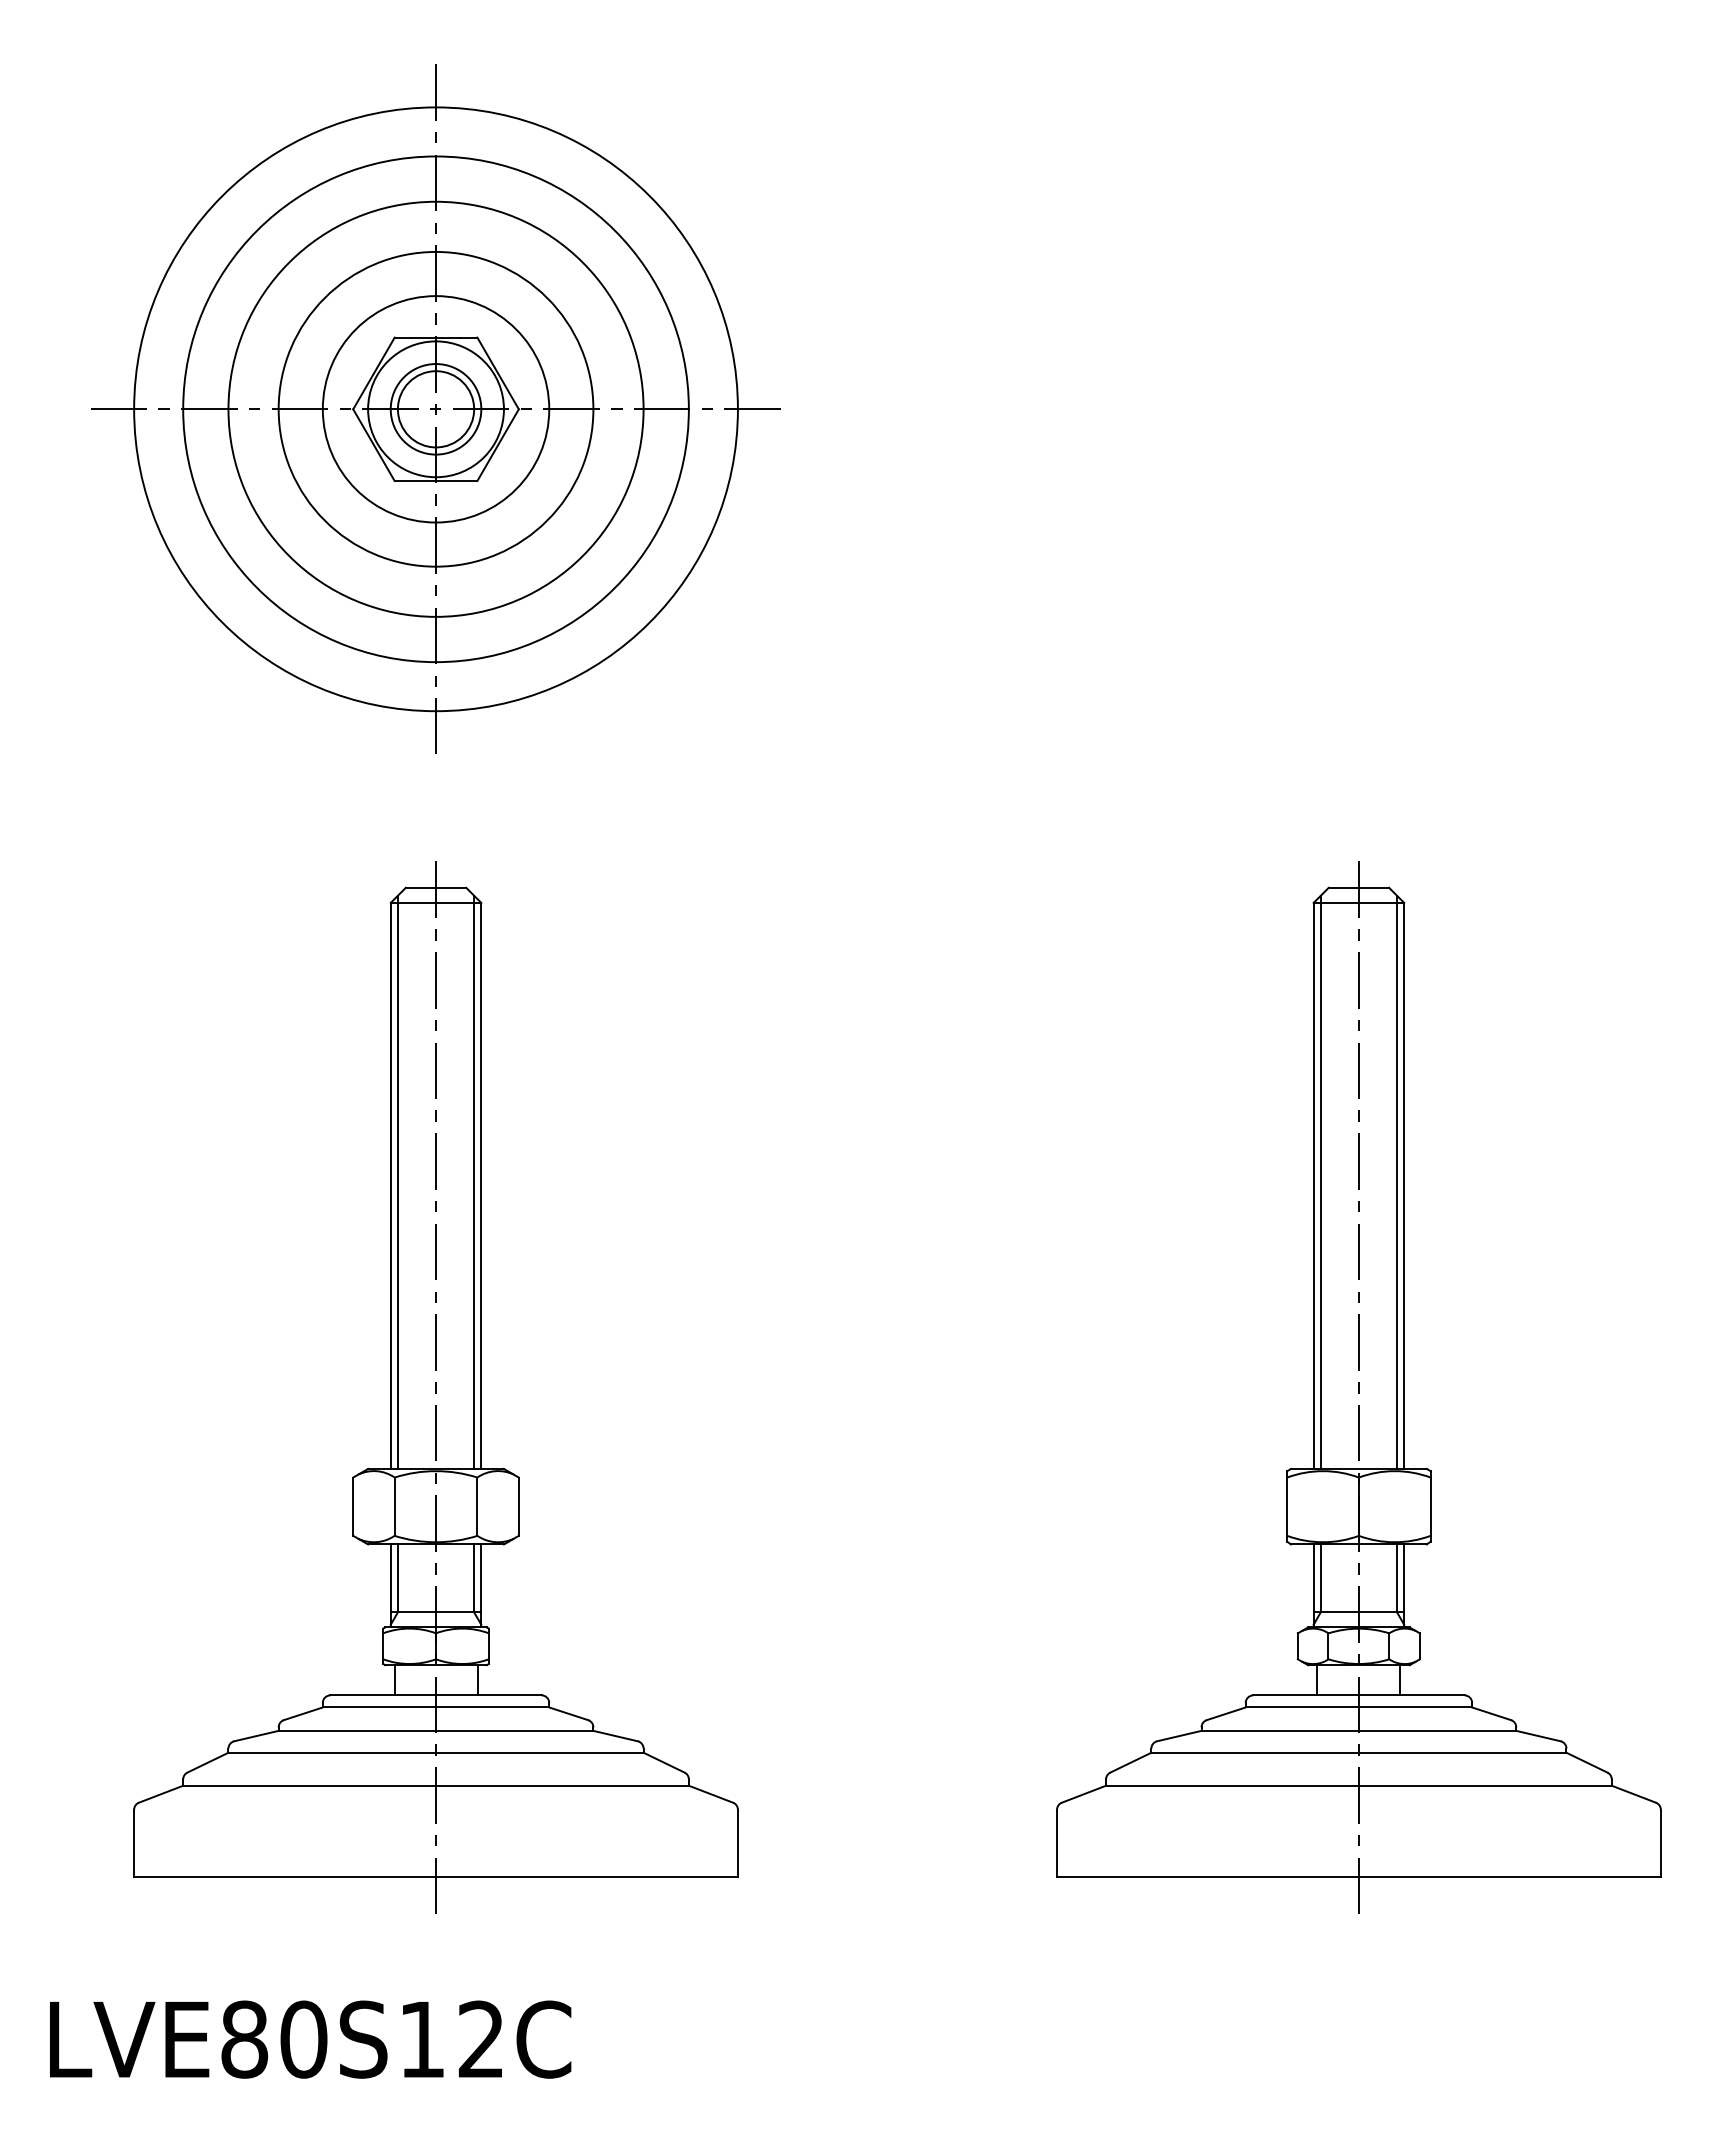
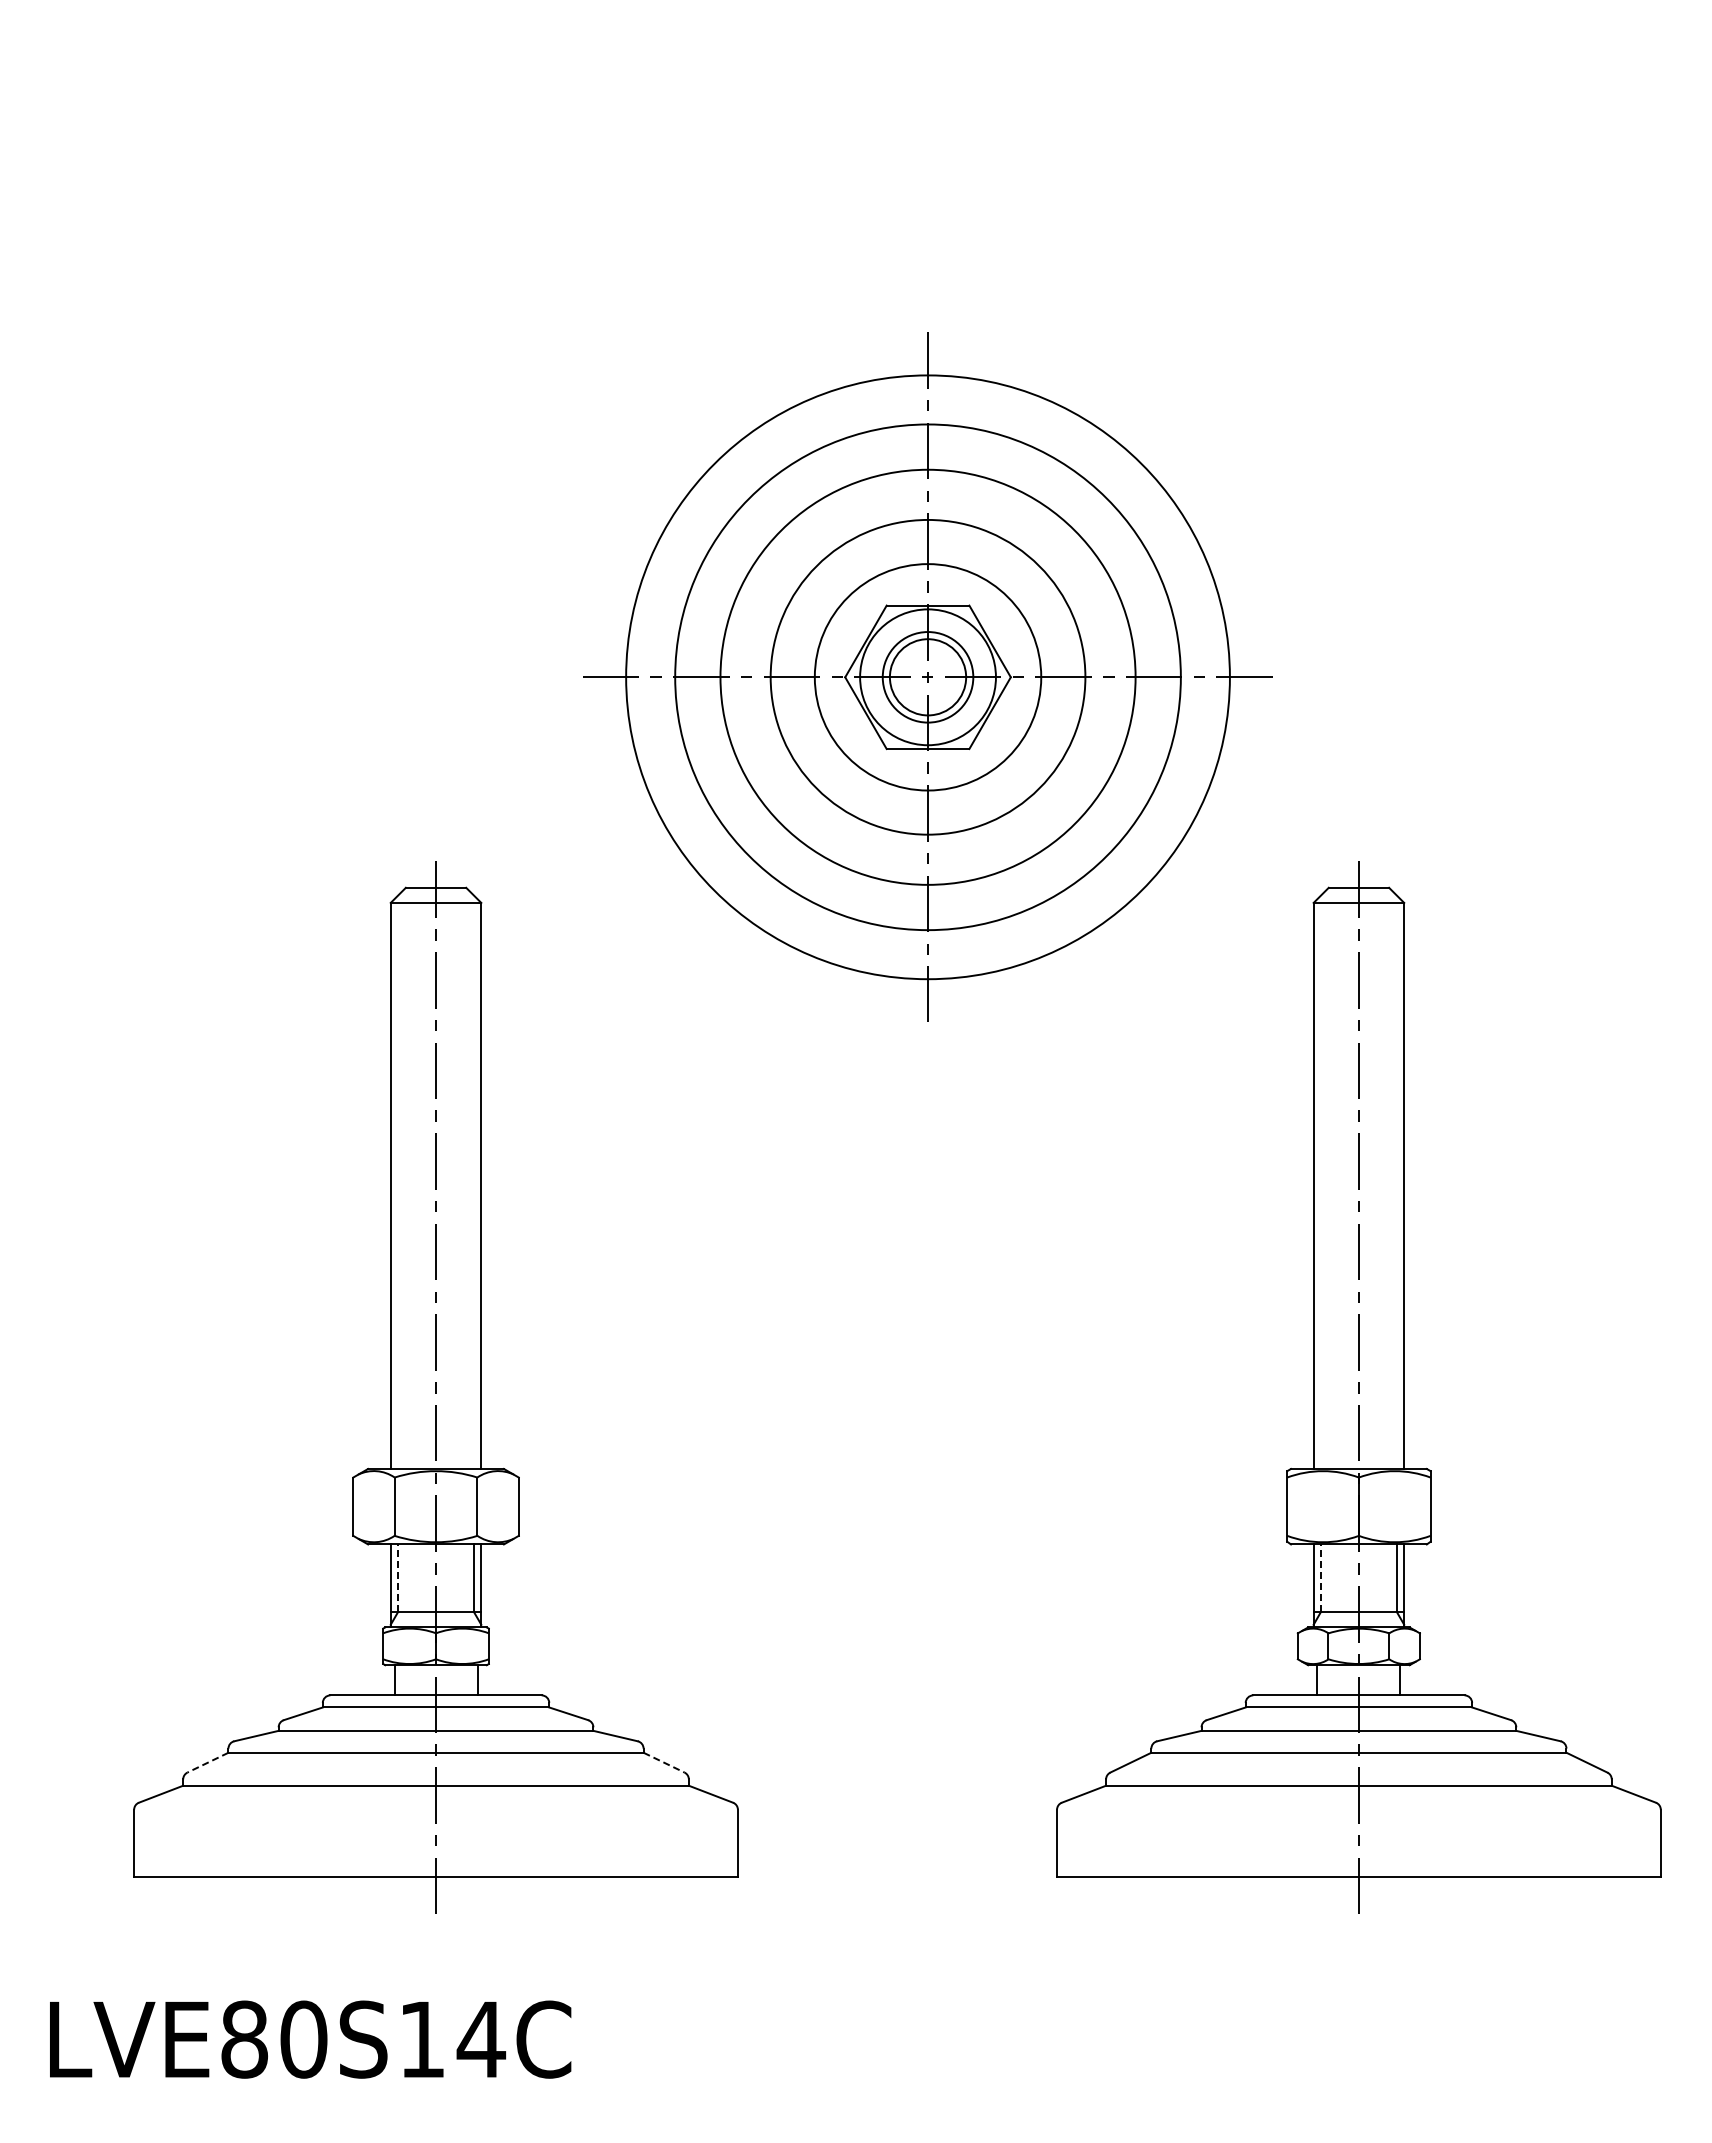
part at (435, 408) position: (435, 408) -> (927, 676)
line at (397, 1181): present -> none
line at (474, 1181): present -> none
line at (1320, 1181): present -> none
line at (1397, 1181): present -> none
line at (397, 1578): solid -> dashed
line at (1320, 1578): solid -> dashed
line at (207, 1762): solid -> dashed
line at (664, 1762): solid -> dashed
text at (481, 2038): LVE80S12C -> LVE80S14C
